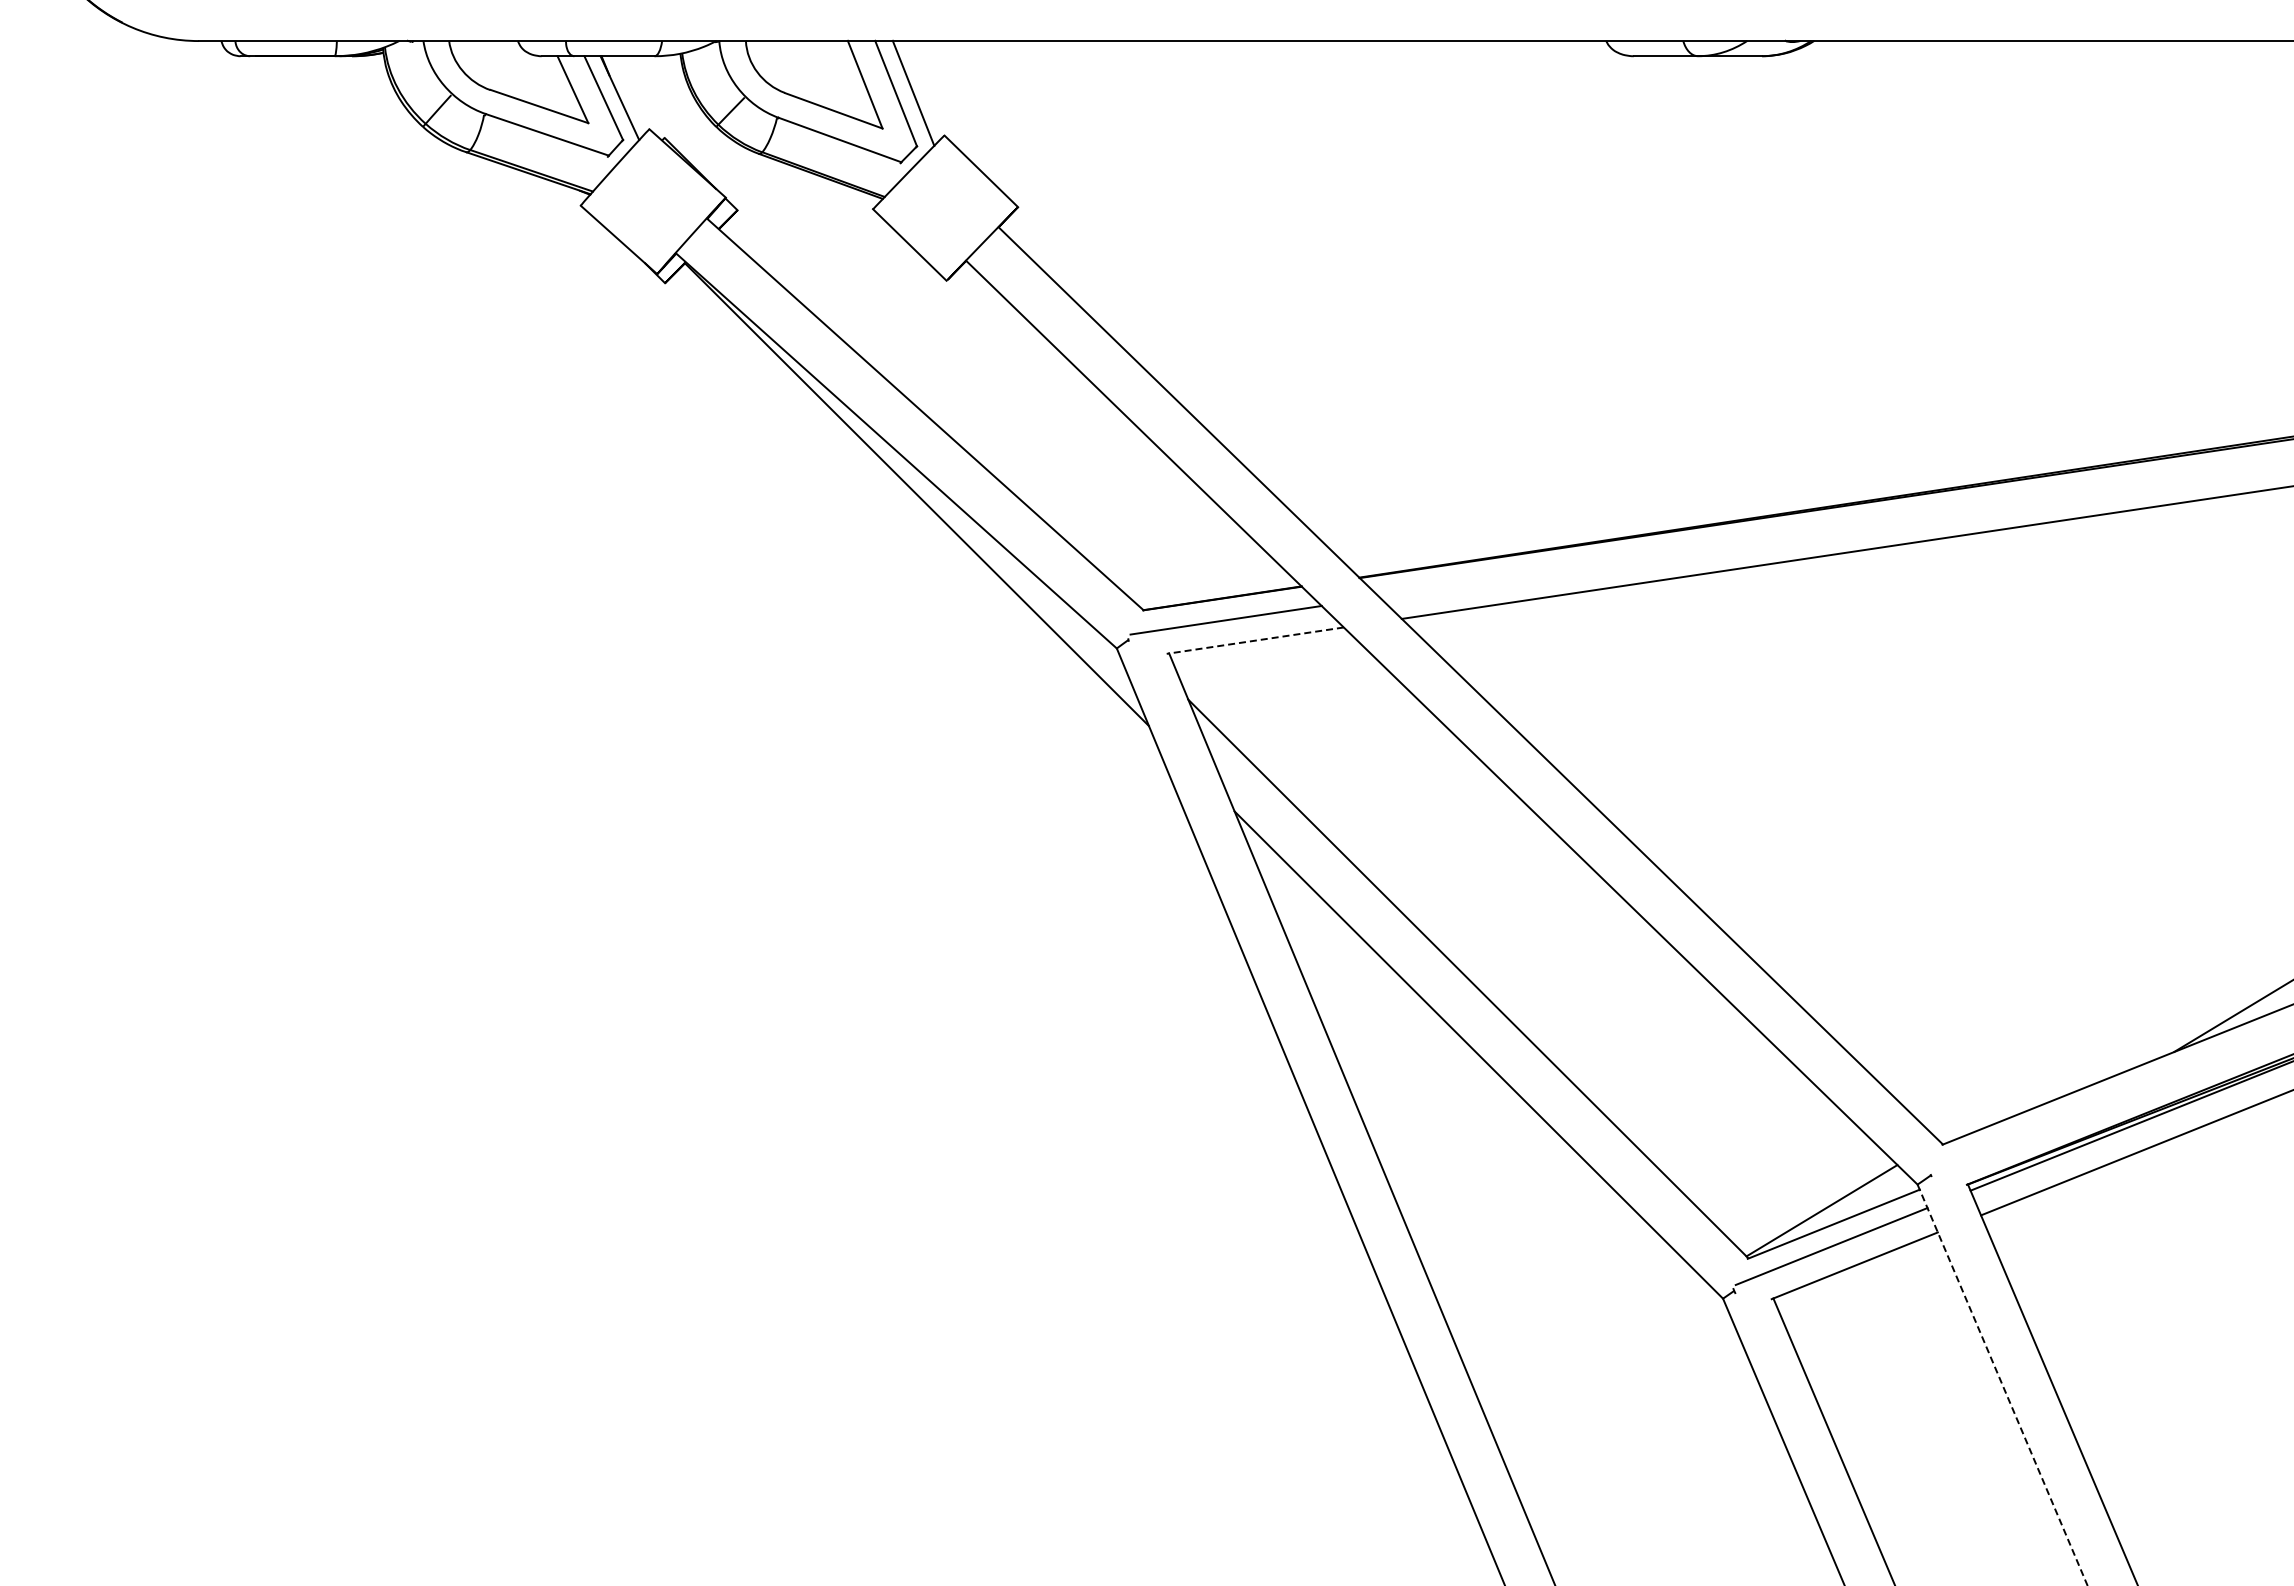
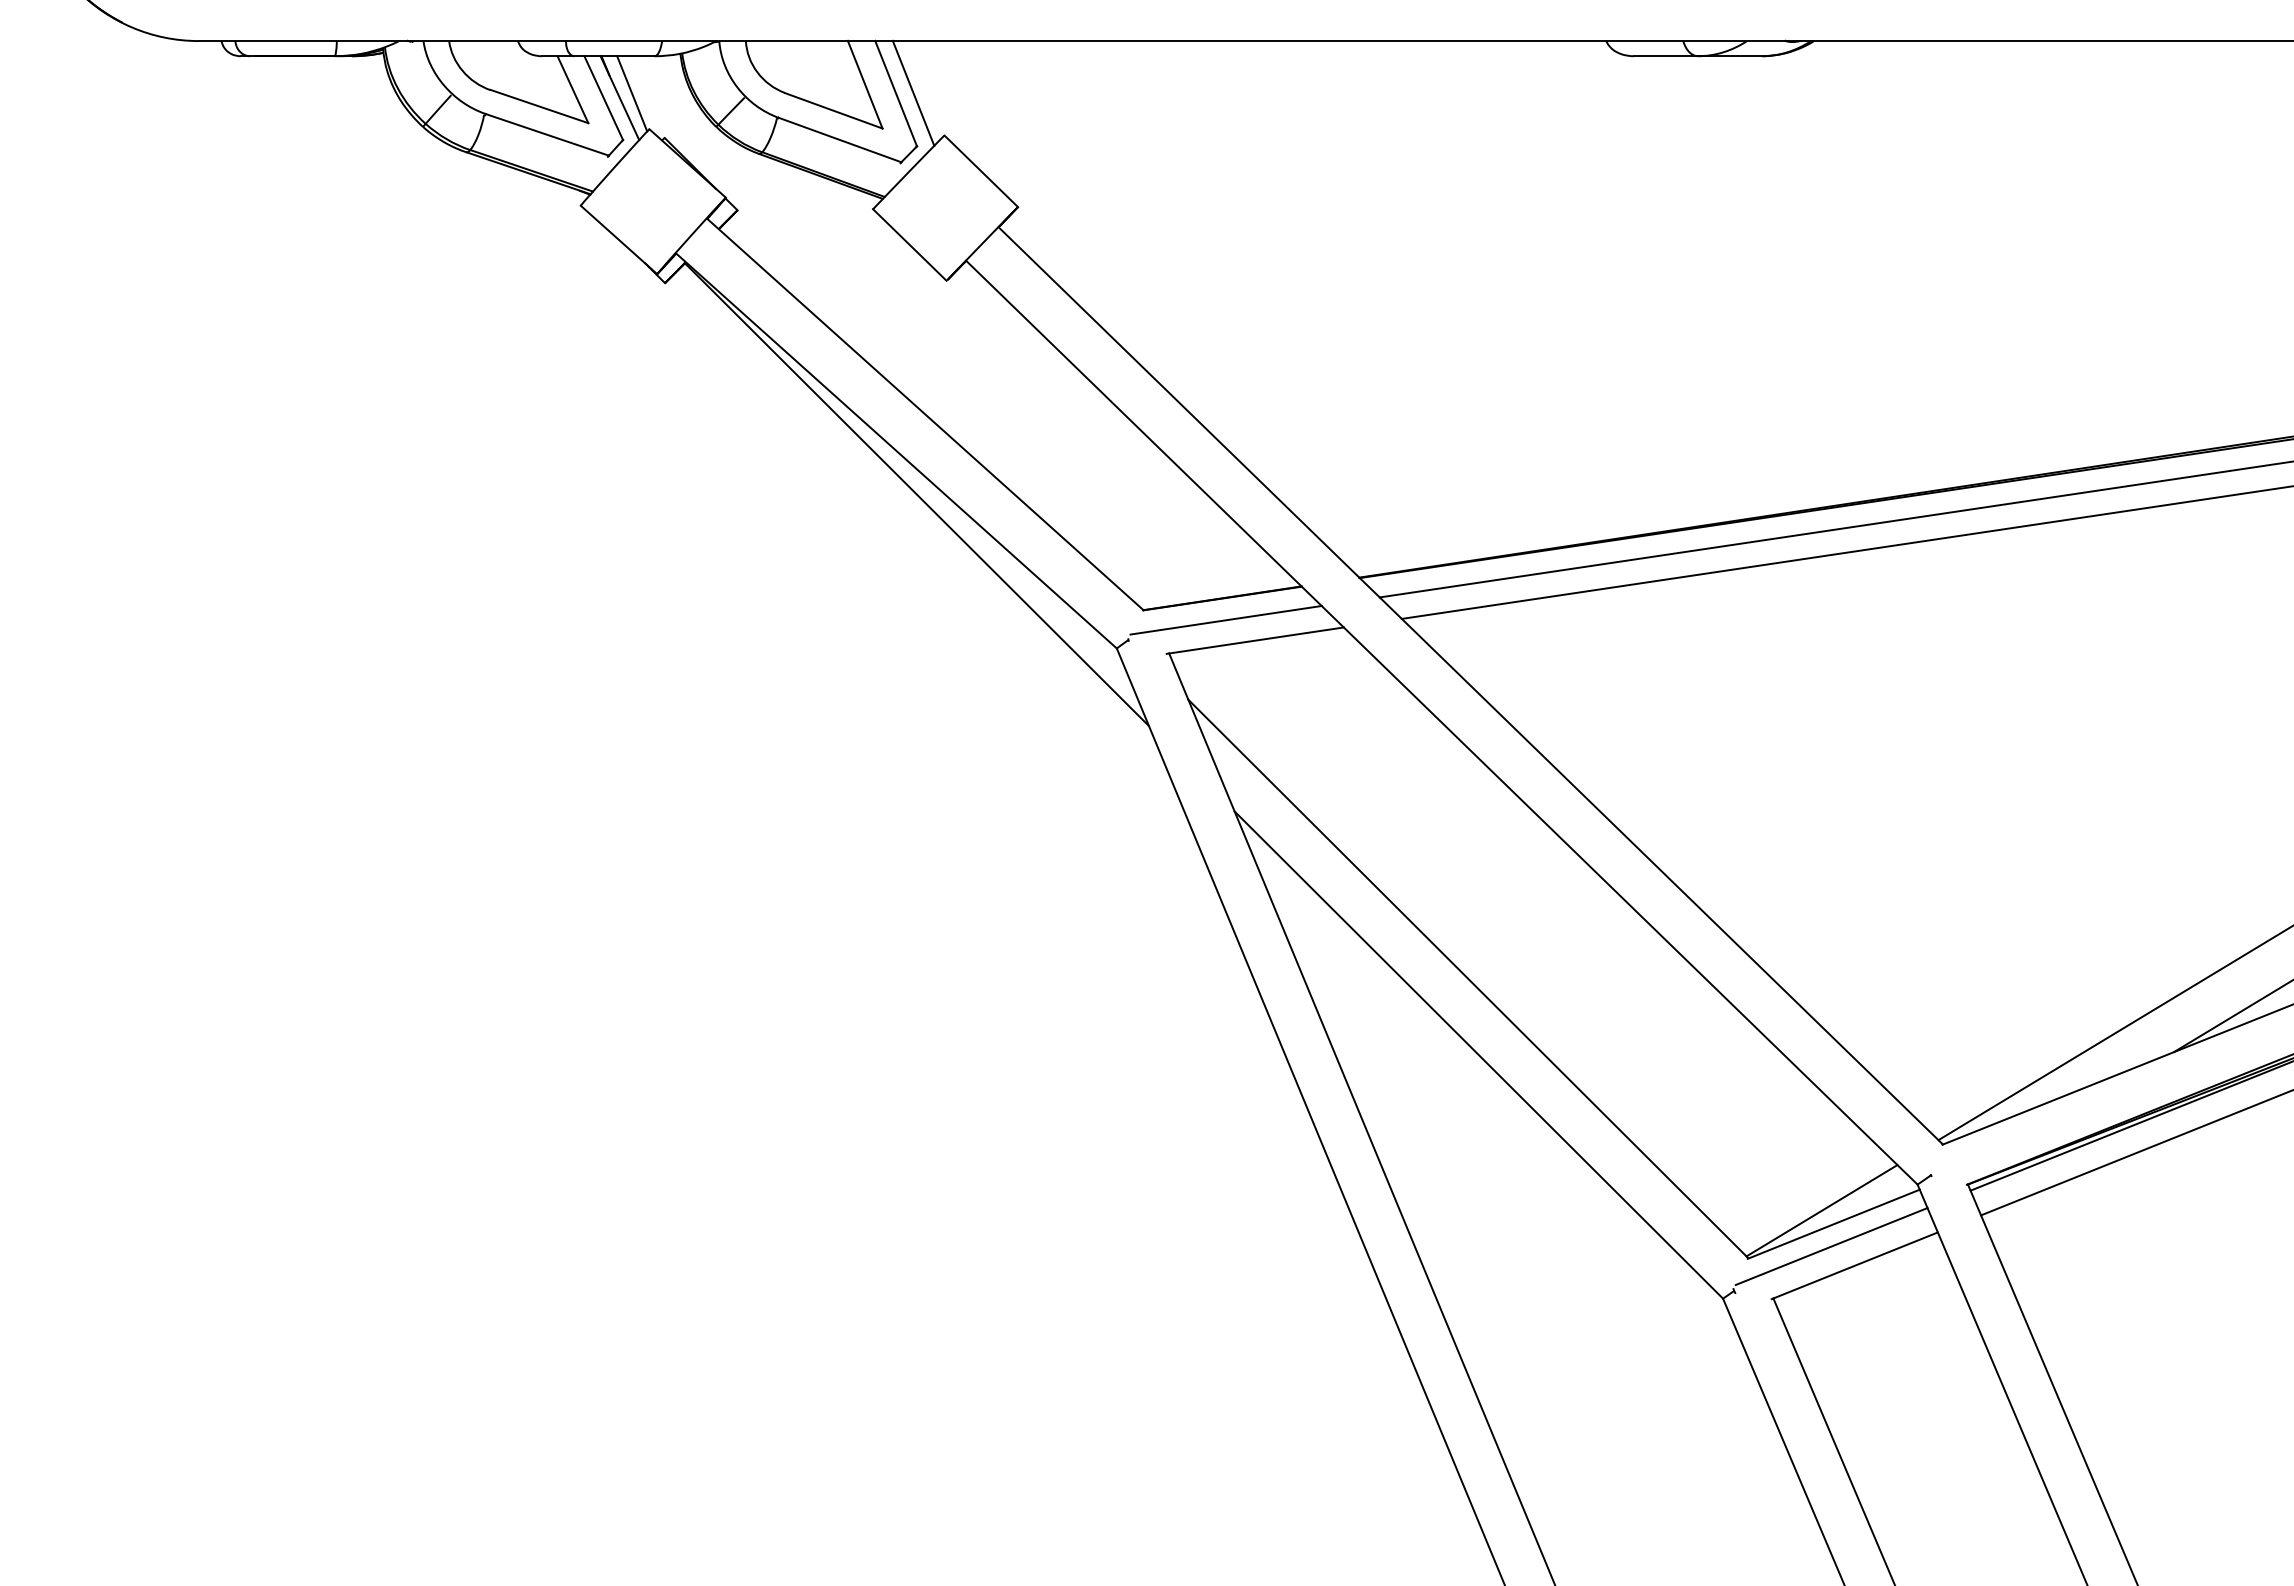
line at (632, 93): none -> present
line at (1834, 529): none -> present
line at (1255, 640): dashed -> solid
line at (2114, 1033): none -> present
line at (2002, 1385): dashed -> solid
